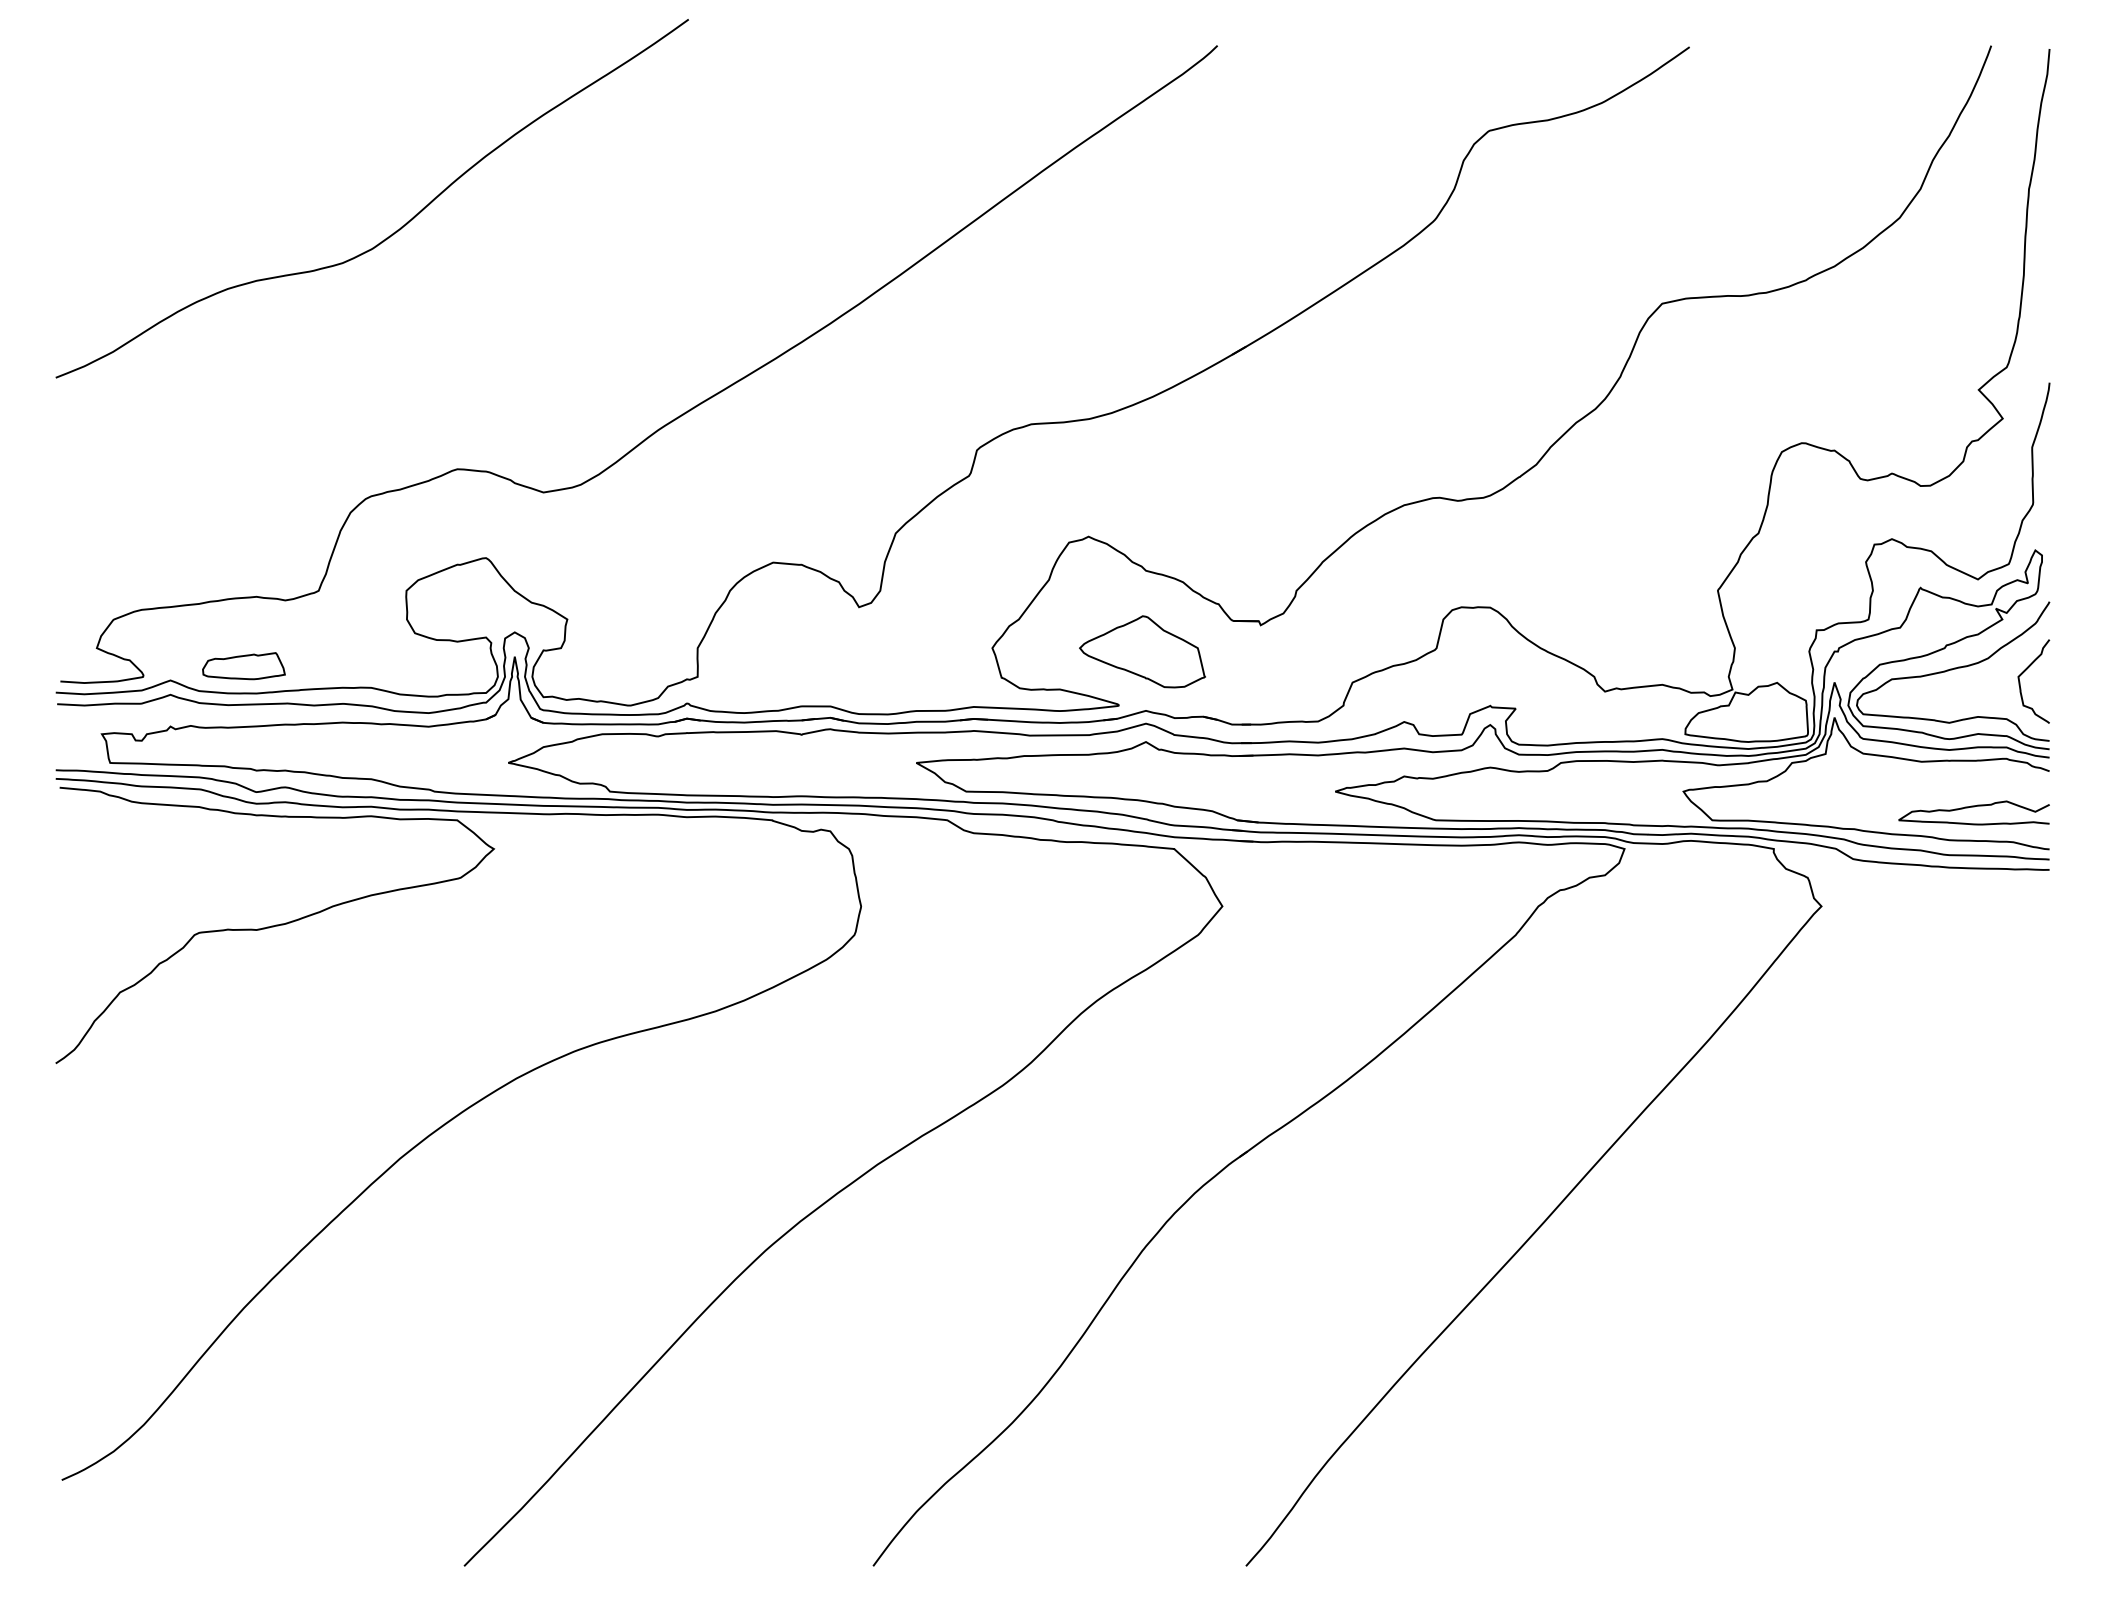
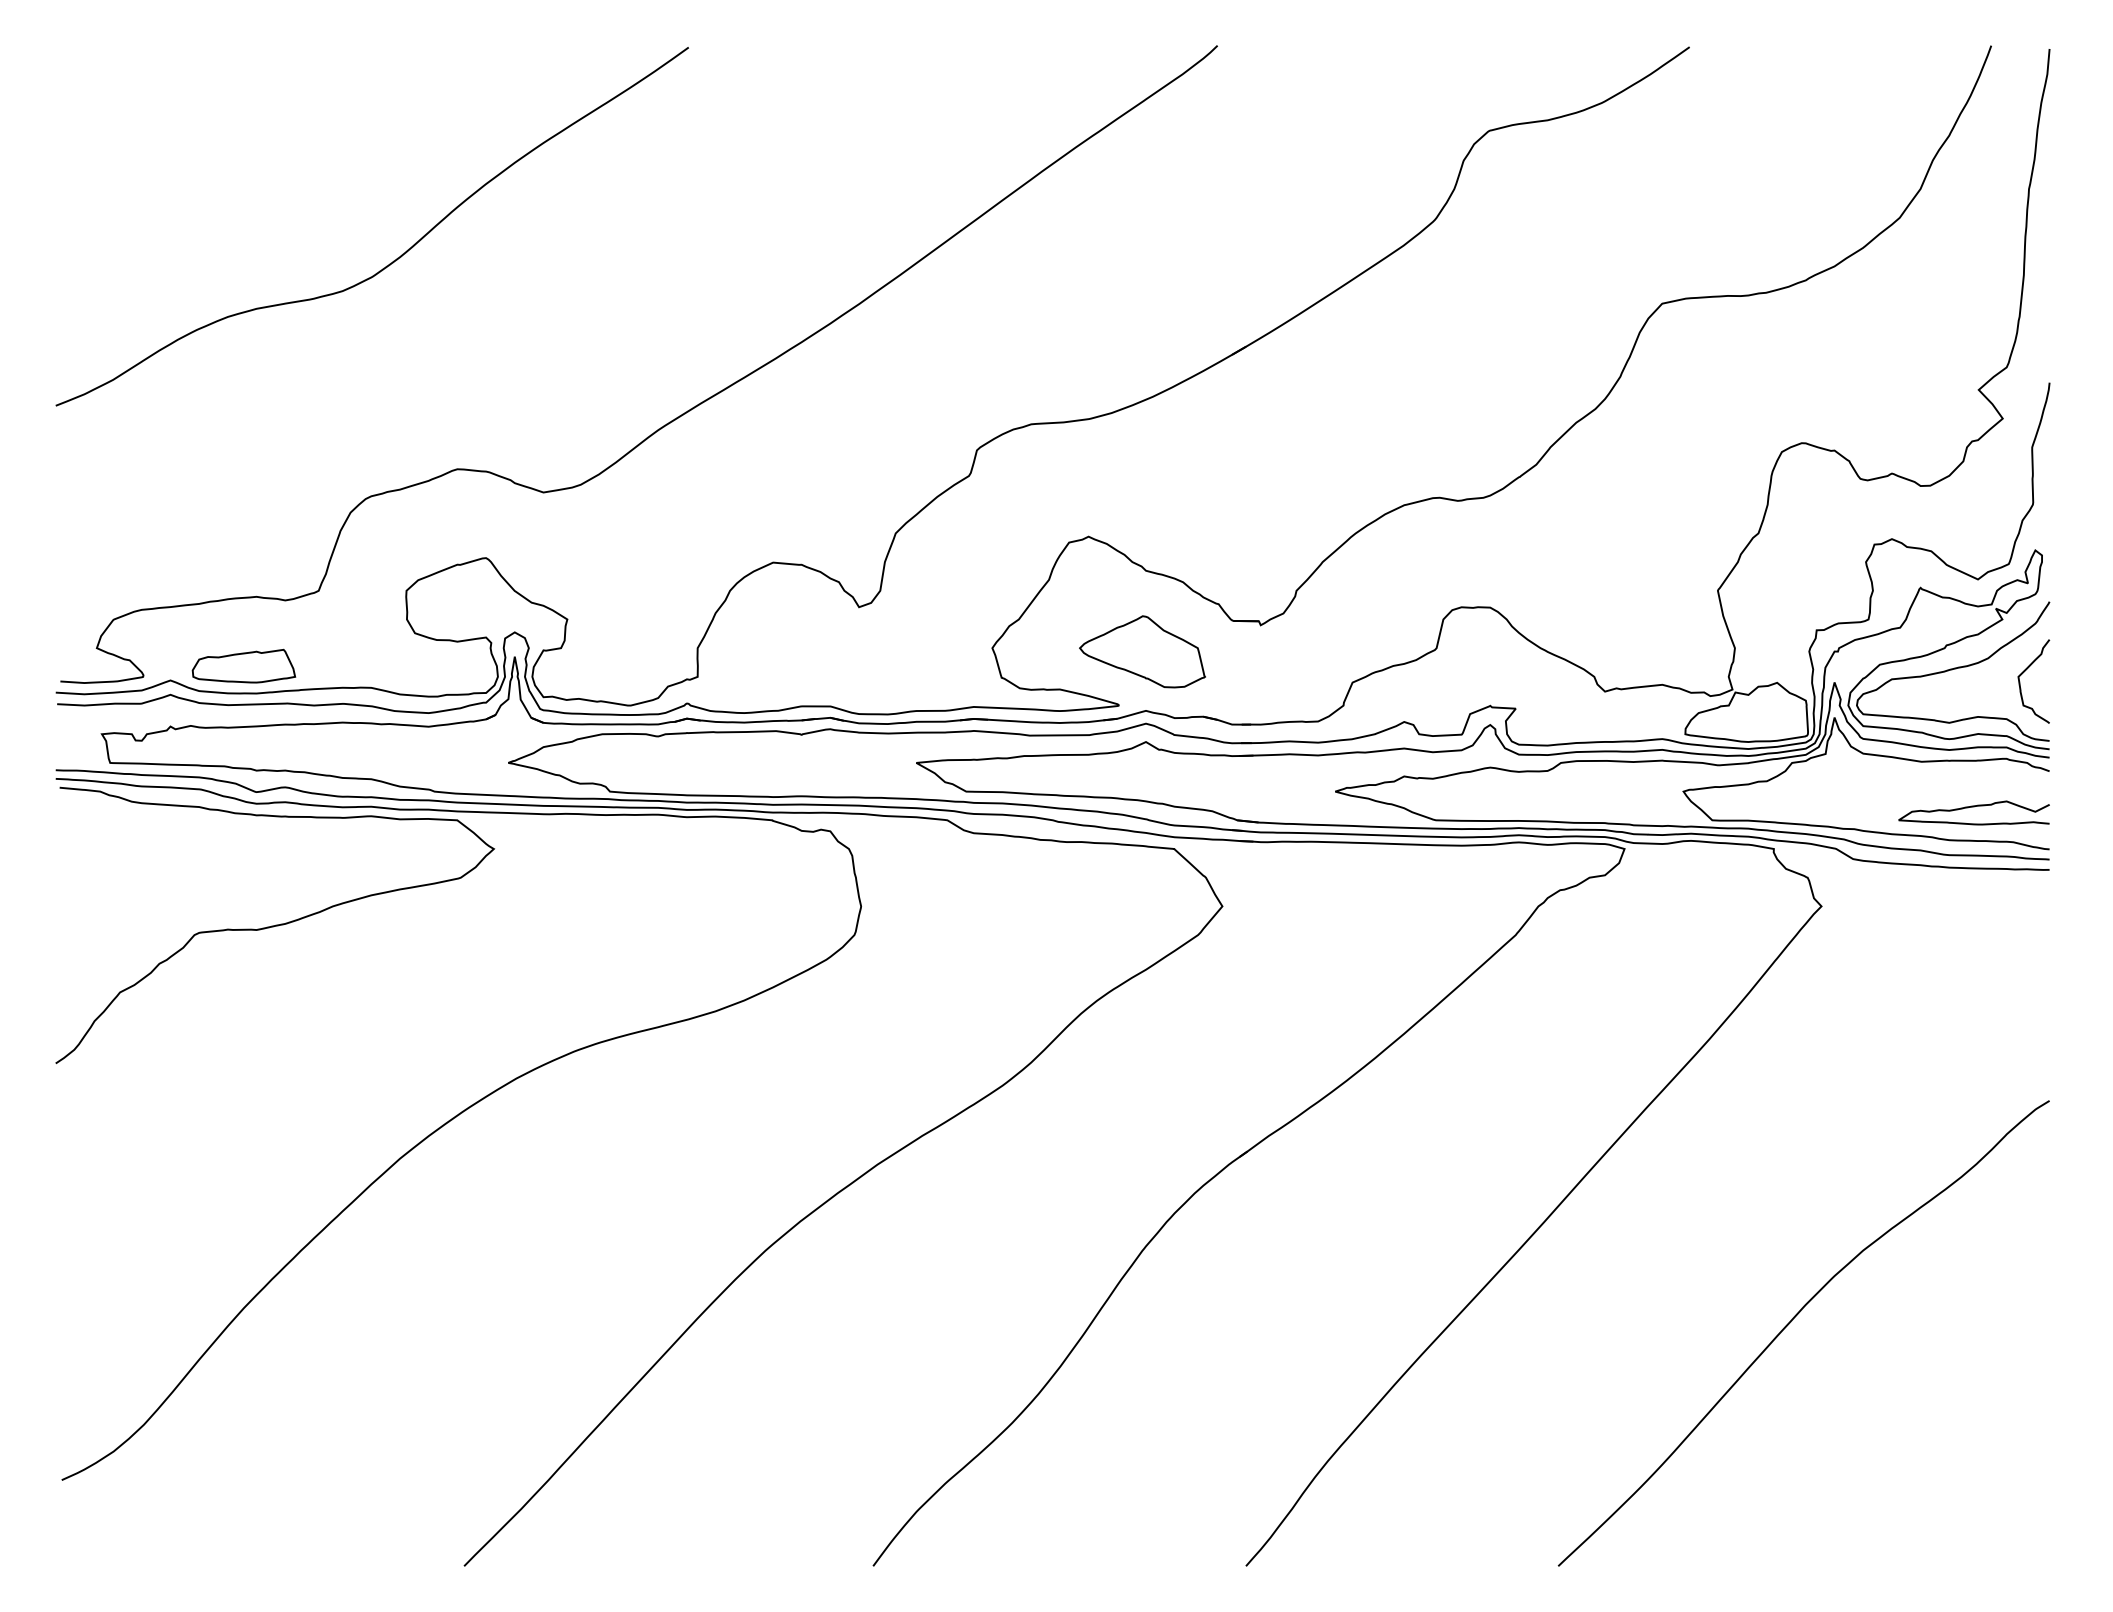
curve at (397, 229) position: (397, 229) -> (397, 257)
part at (243, 666) size: 84x29 px -> 106x36 px
curve at (1791, 1322): none -> present
